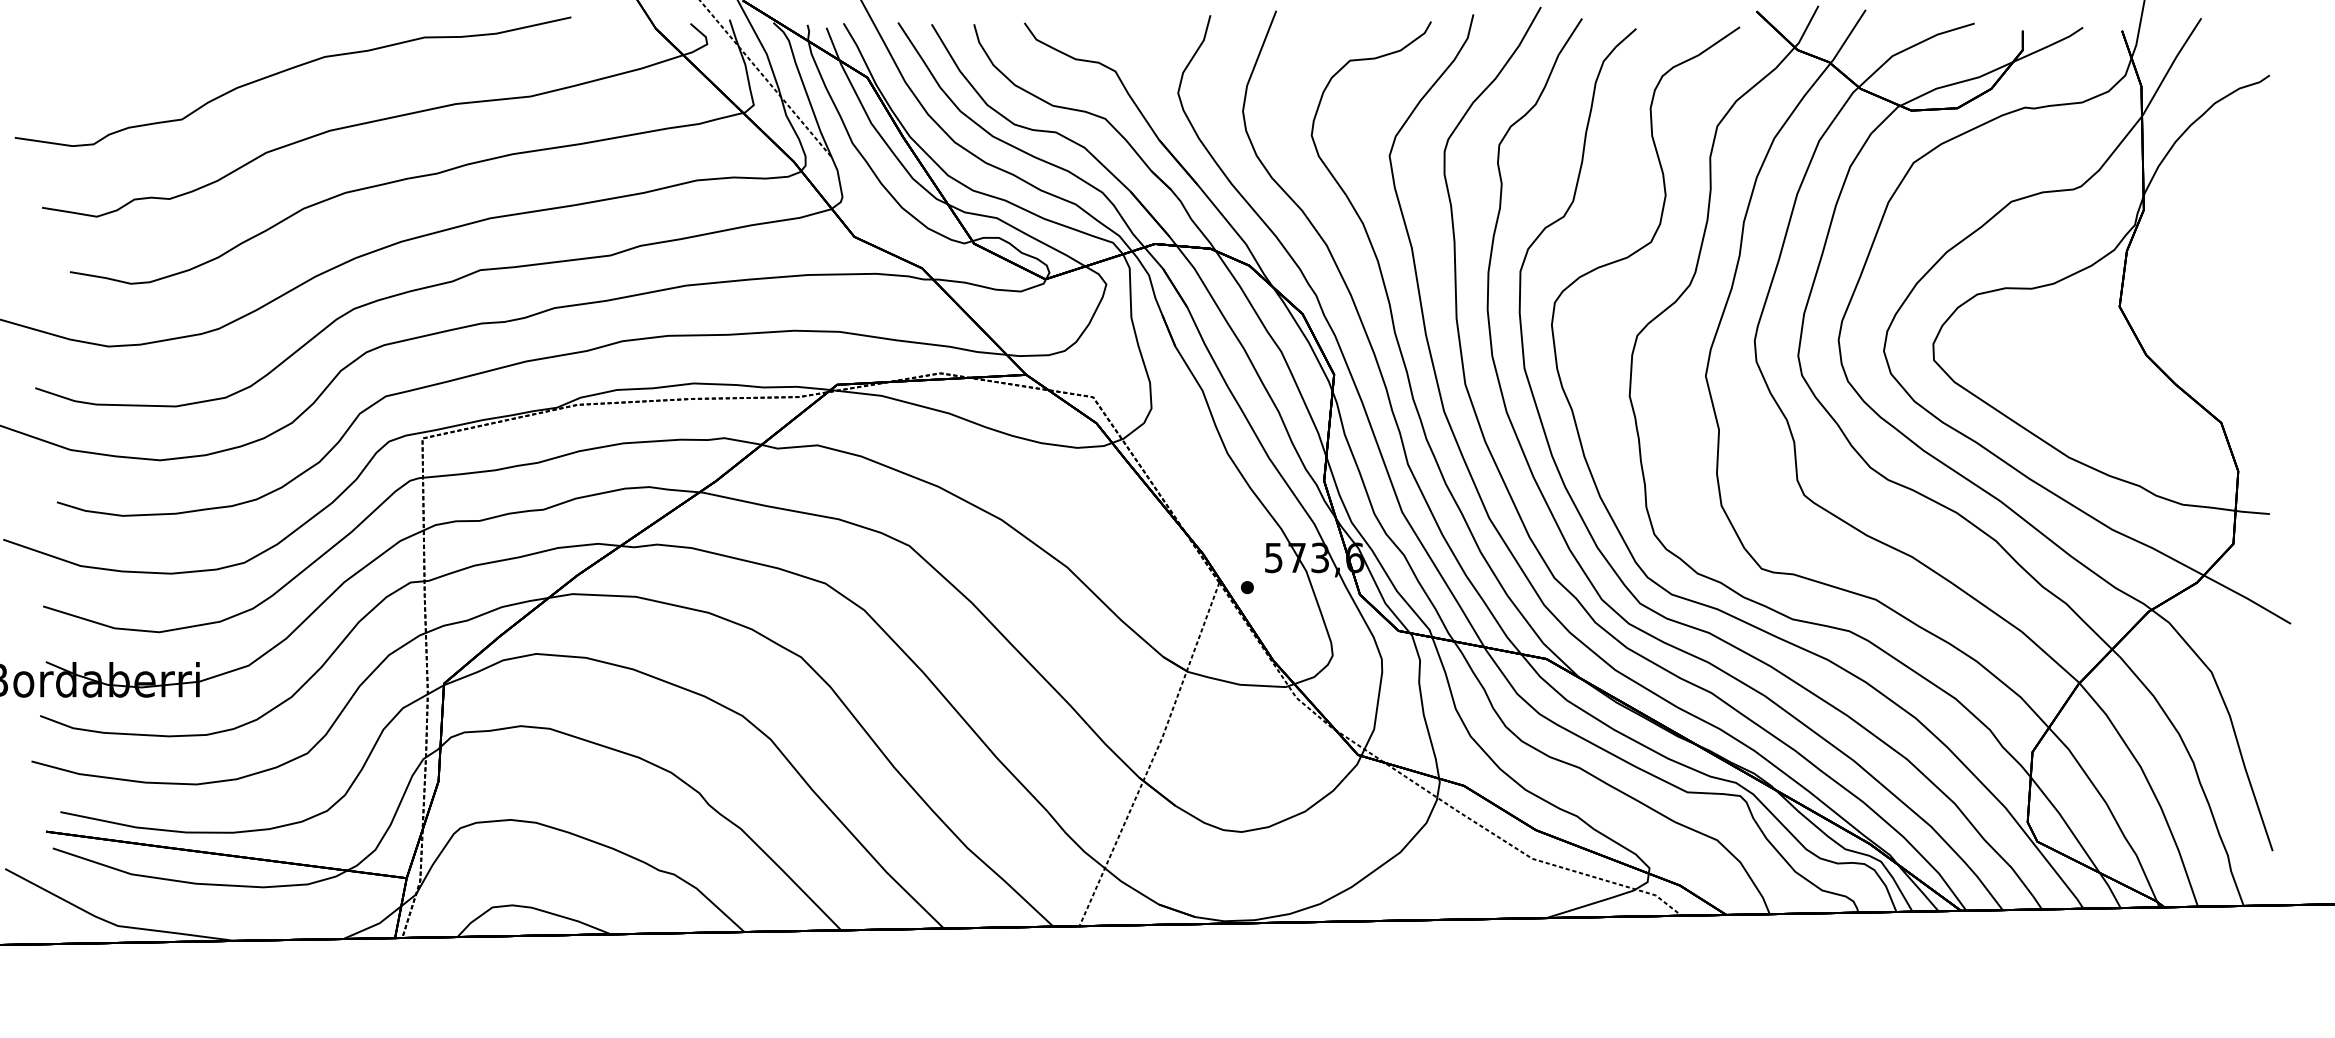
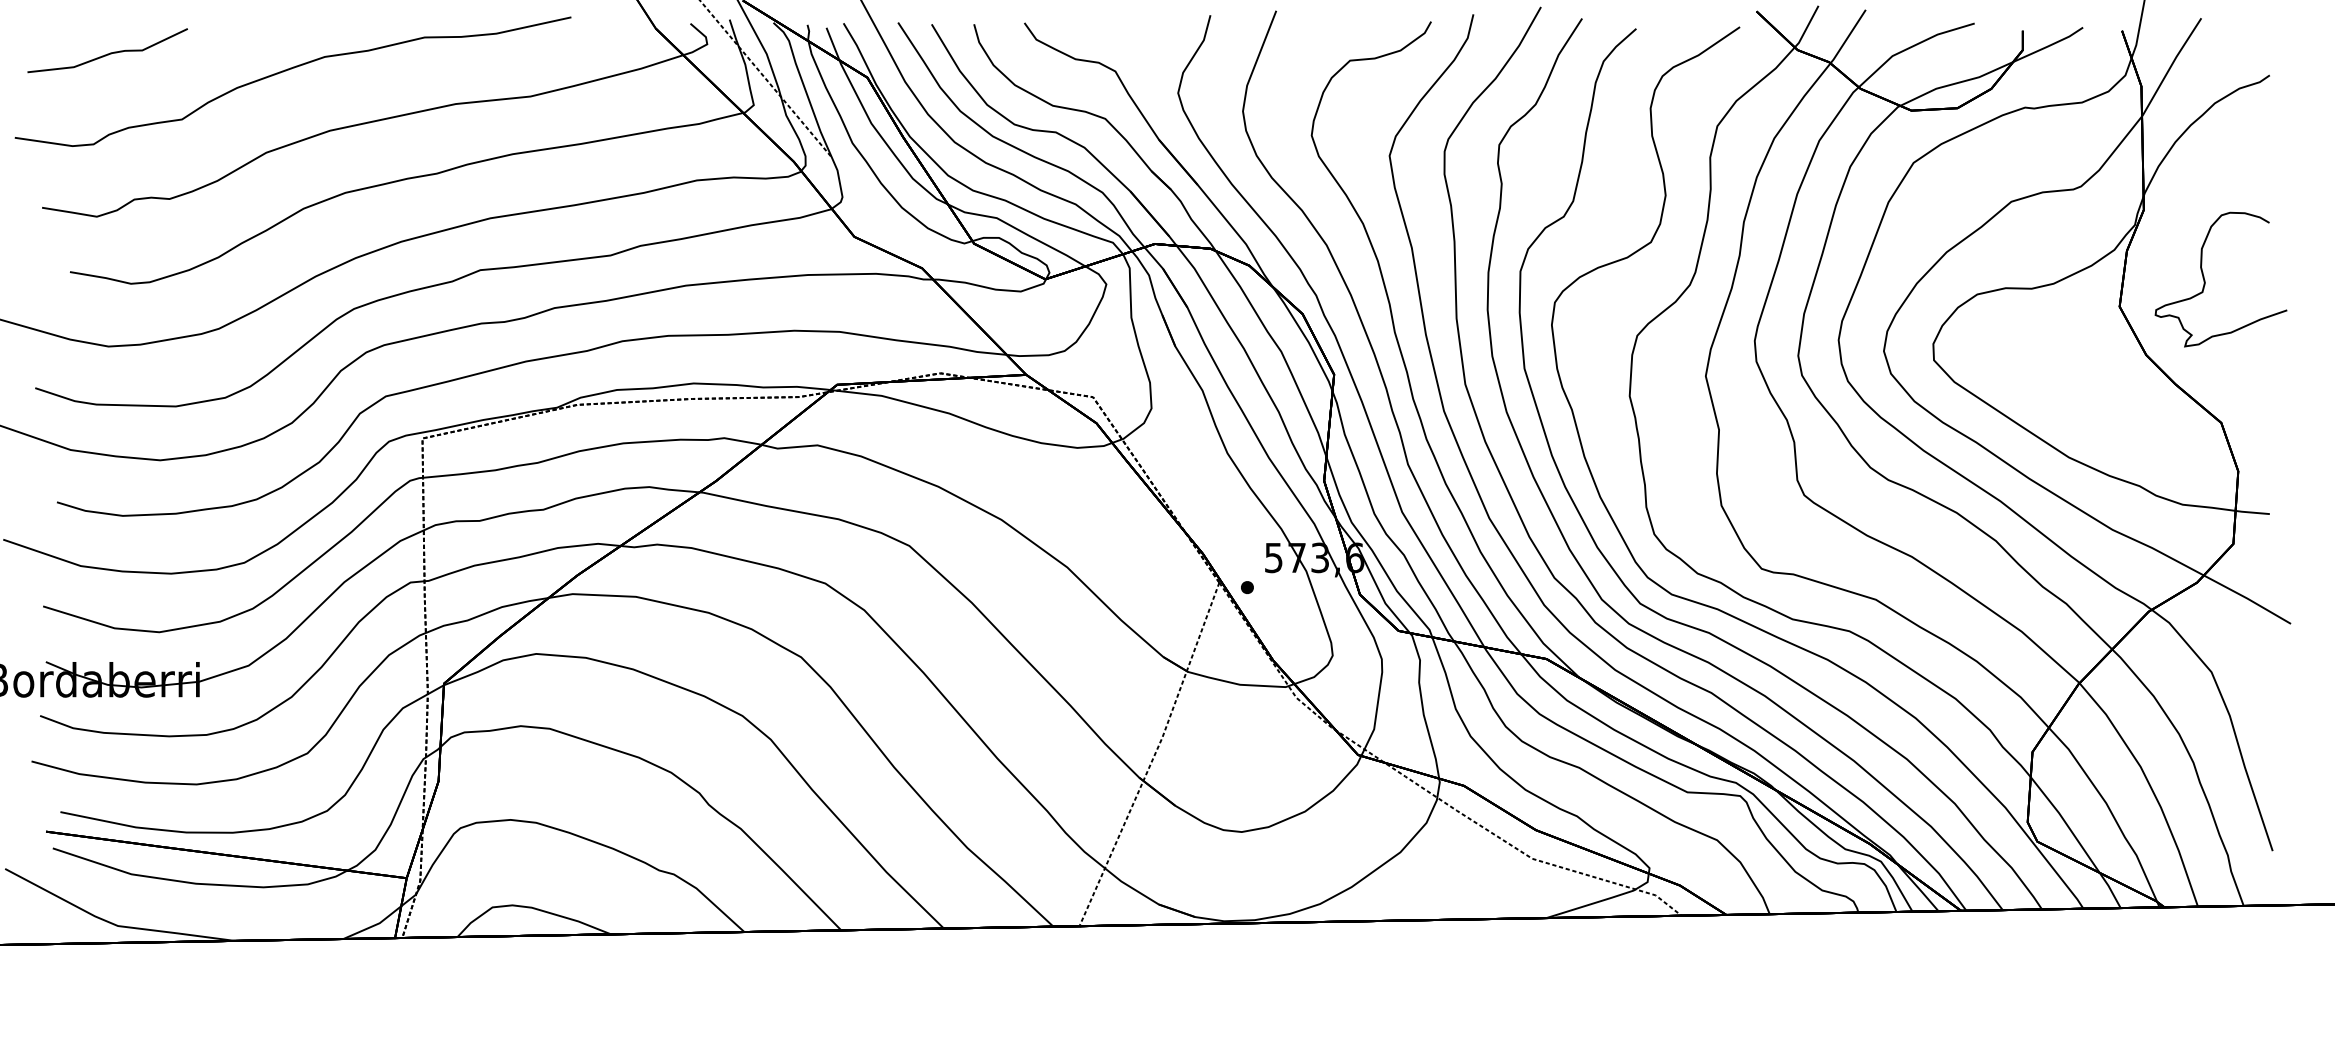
curve at (107, 53): none -> present
curve at (2205, 280): none -> present
